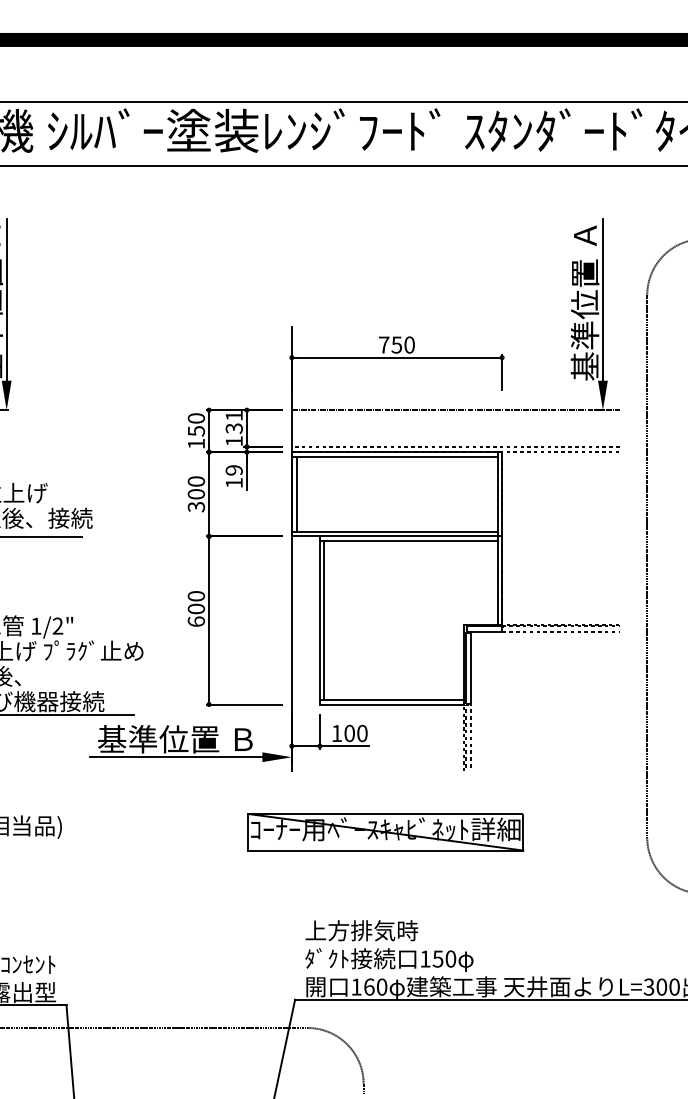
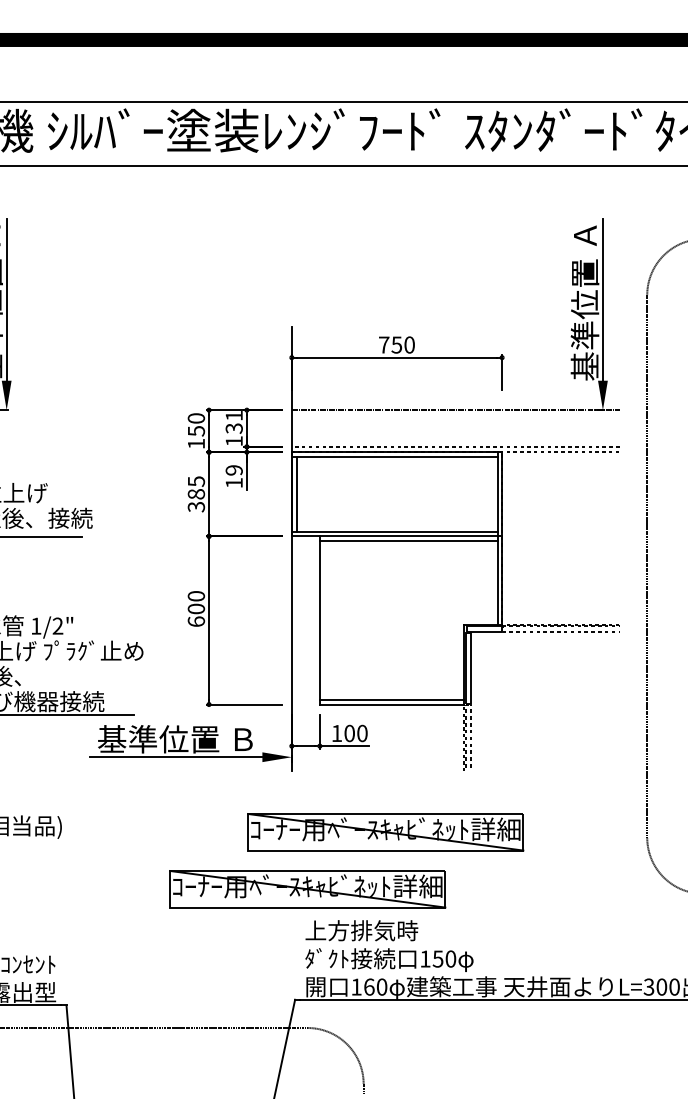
text at (195, 487): 300 -> 385
line at (324, 620): present -> none
part at (307, 889): none -> present
